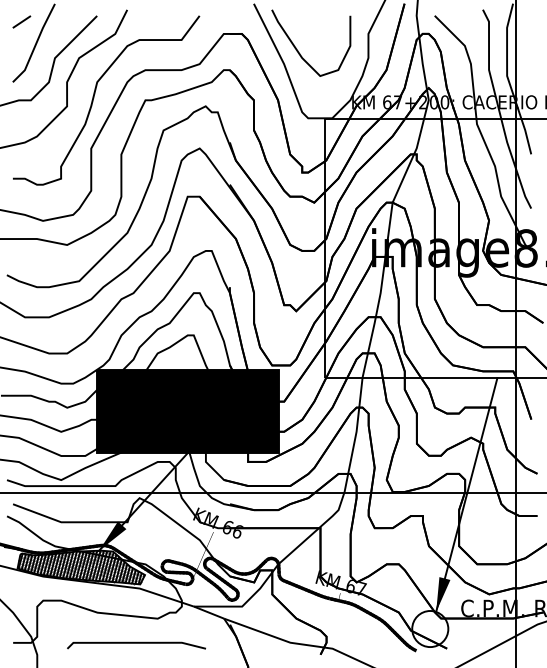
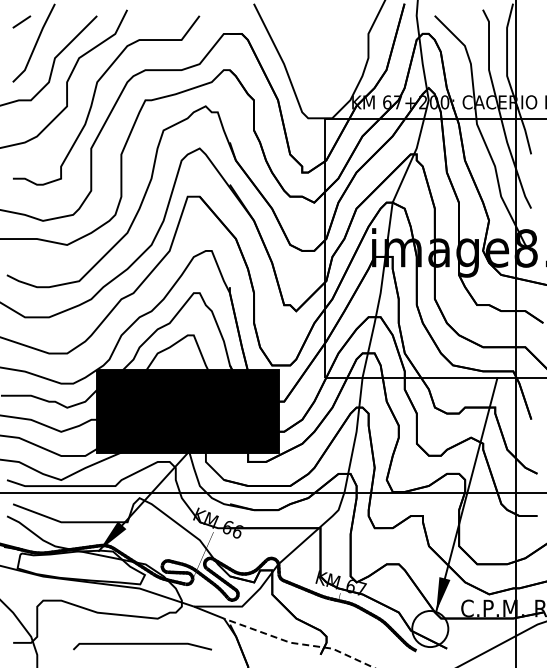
curve at (298, 50): present -> none
hatch at (81, 567): present -> none
curve at (136, 643) position: (136, 643) -> (142, 644)
line at (299, 643): solid -> dashed
